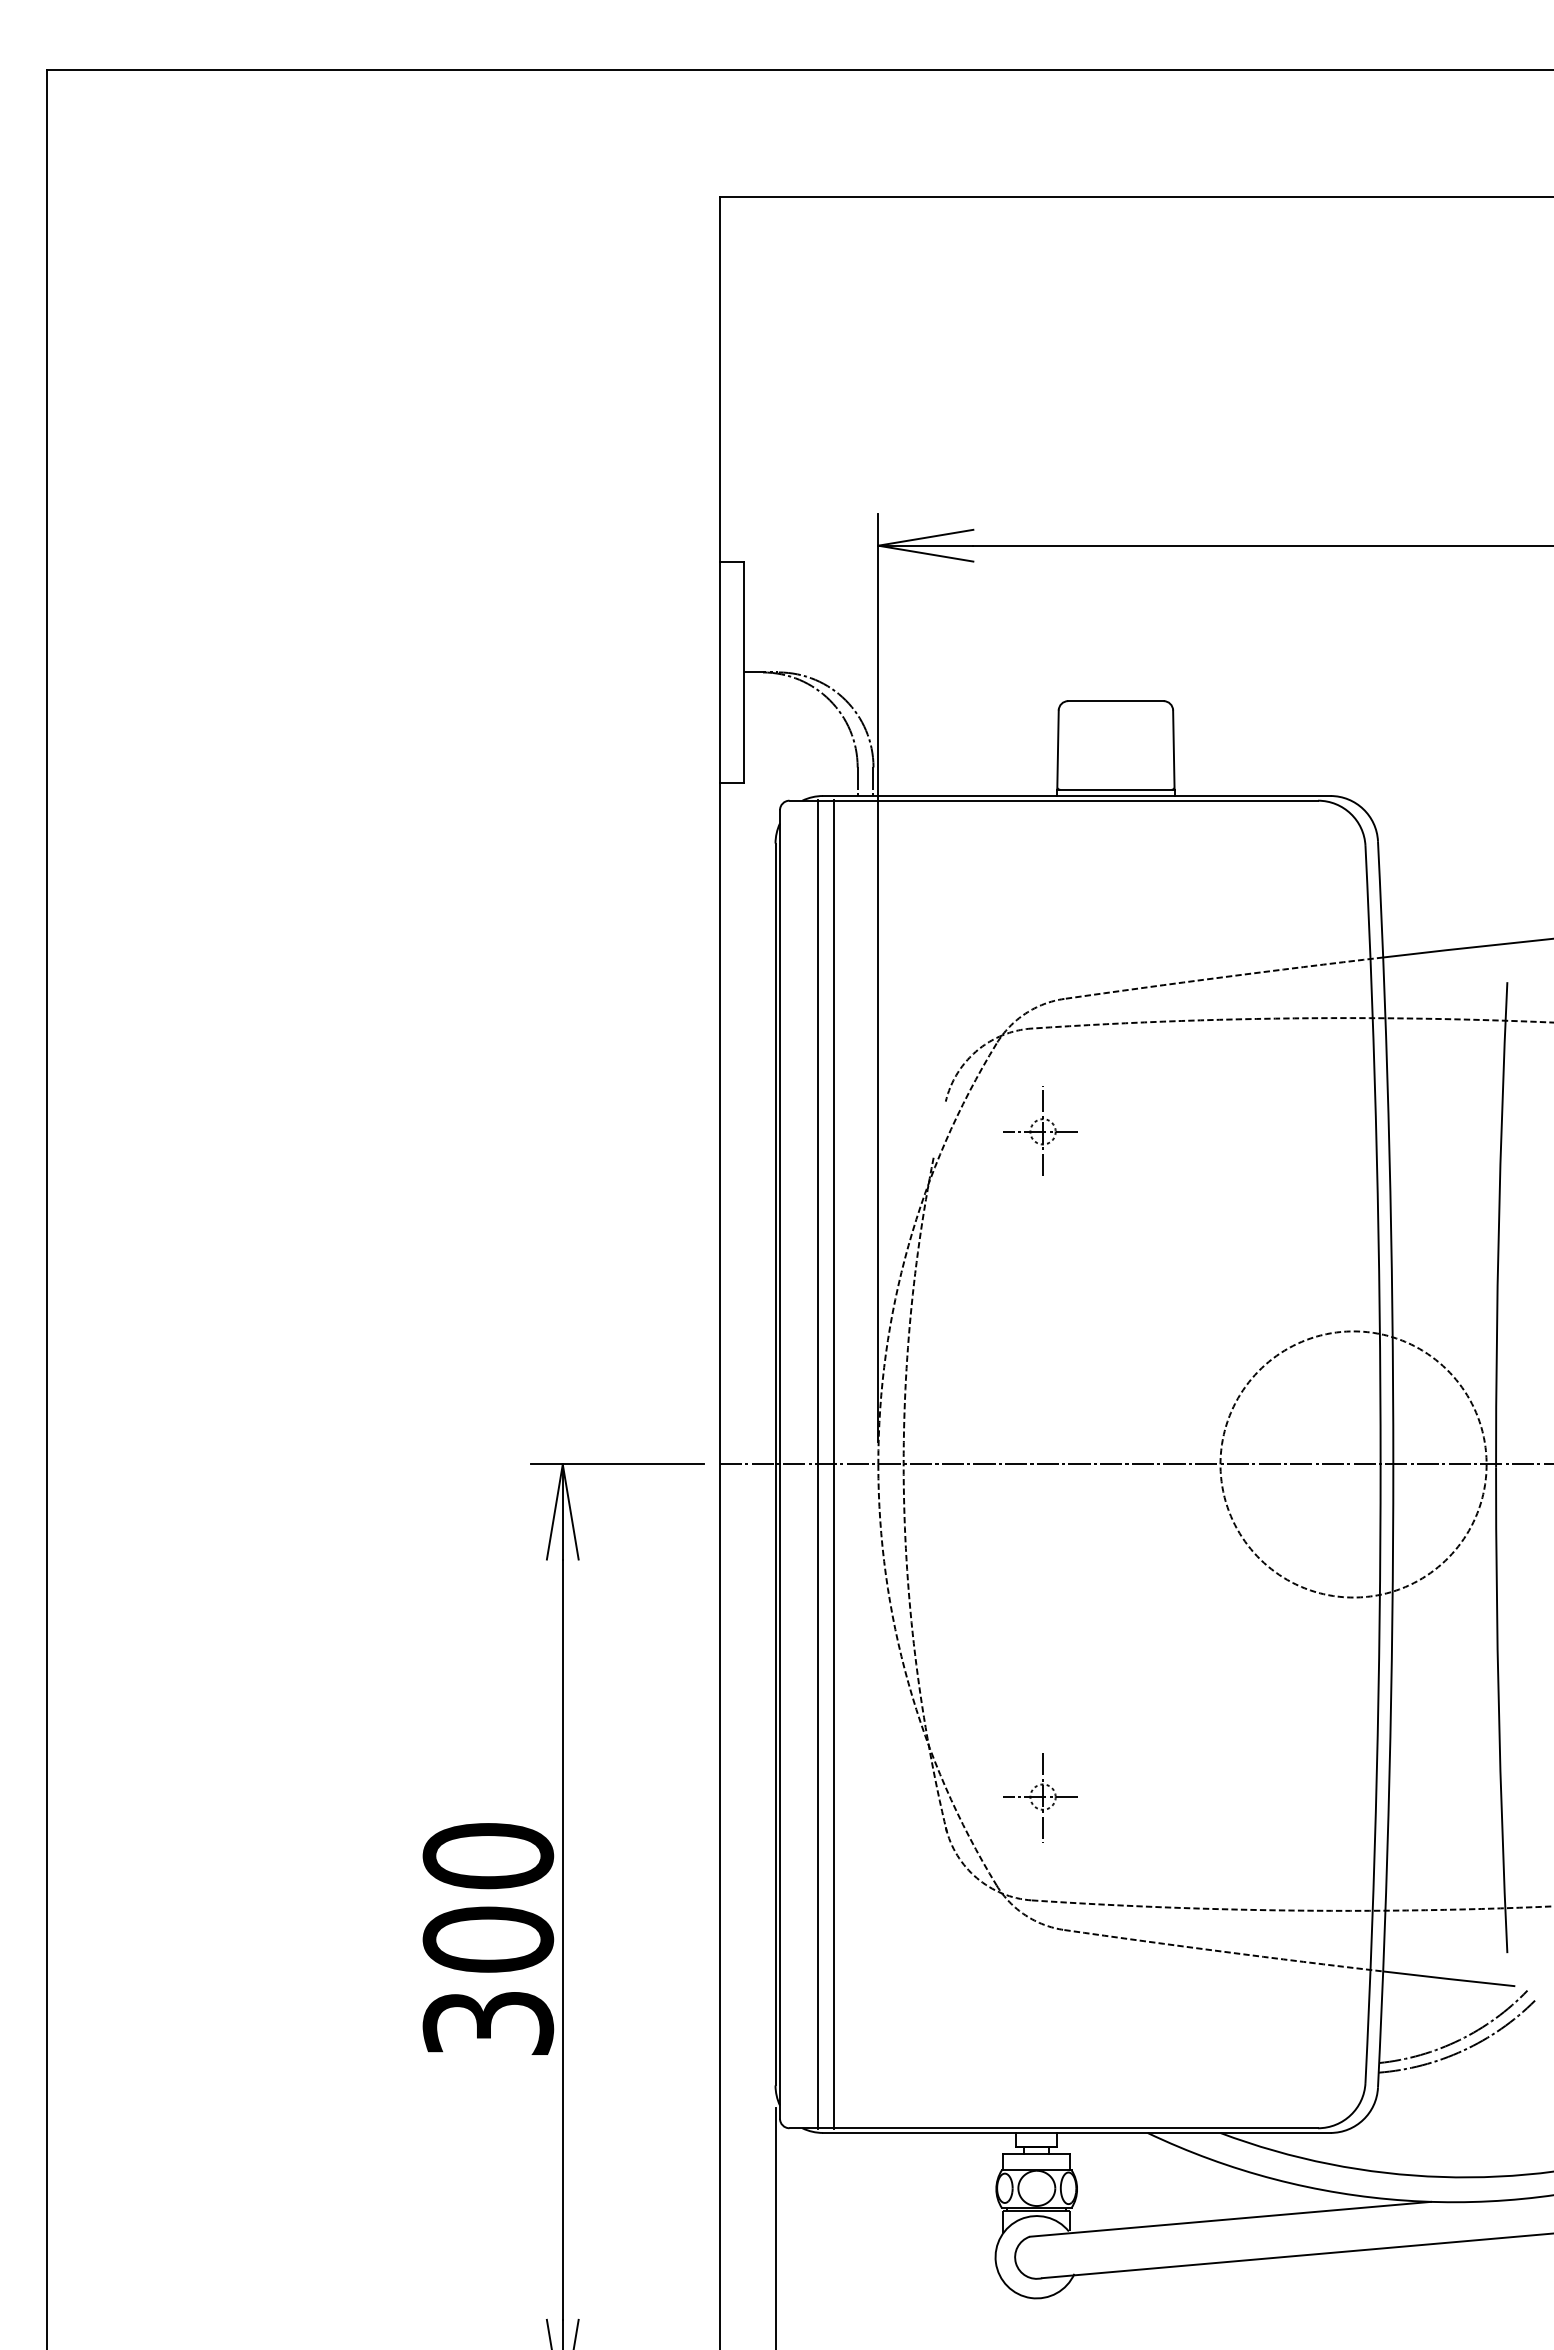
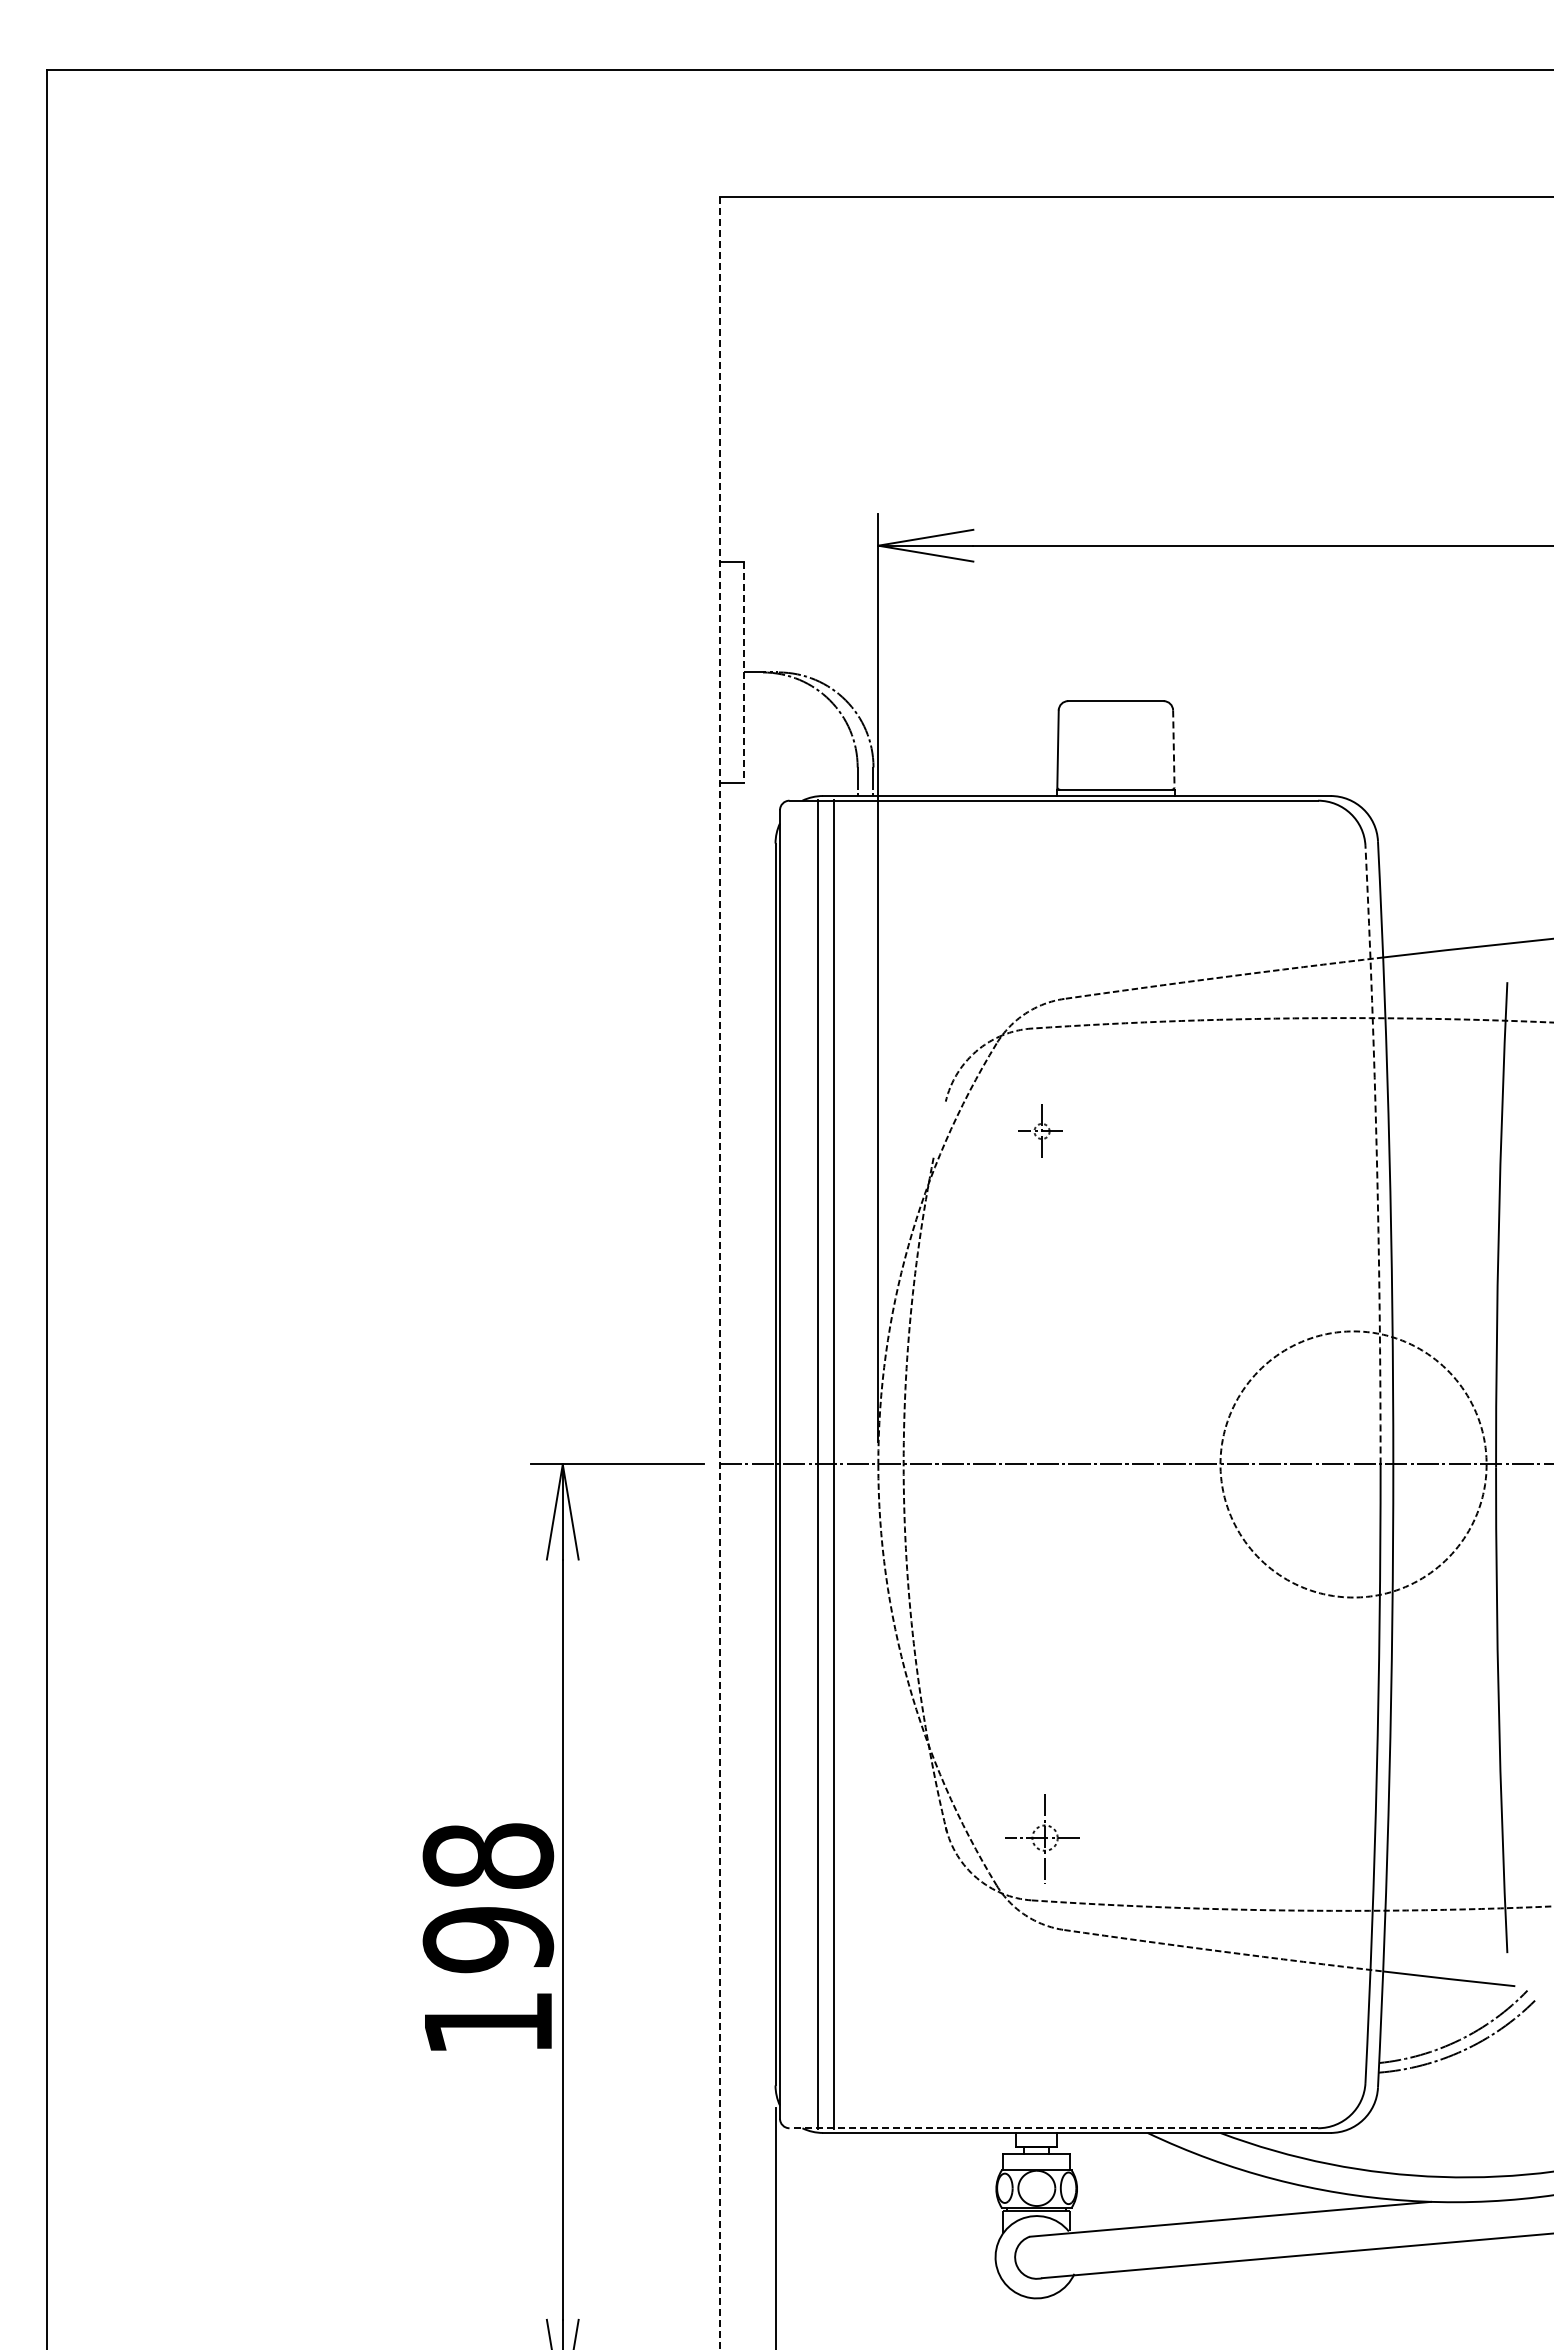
line at (744, 672): solid -> dashed
line at (1173, 749): solid -> dashed
part at (1040, 1130) size: 75x90 px -> 45x54 px
arc at (1376, 1155): solid -> dashed
line at (719, 1274): solid -> dashed
part at (1040, 1797) position: (1040, 1797) -> (1042, 1838)
text at (488, 1938): 300 -> 198
line at (1053, 2128): solid -> dashed
